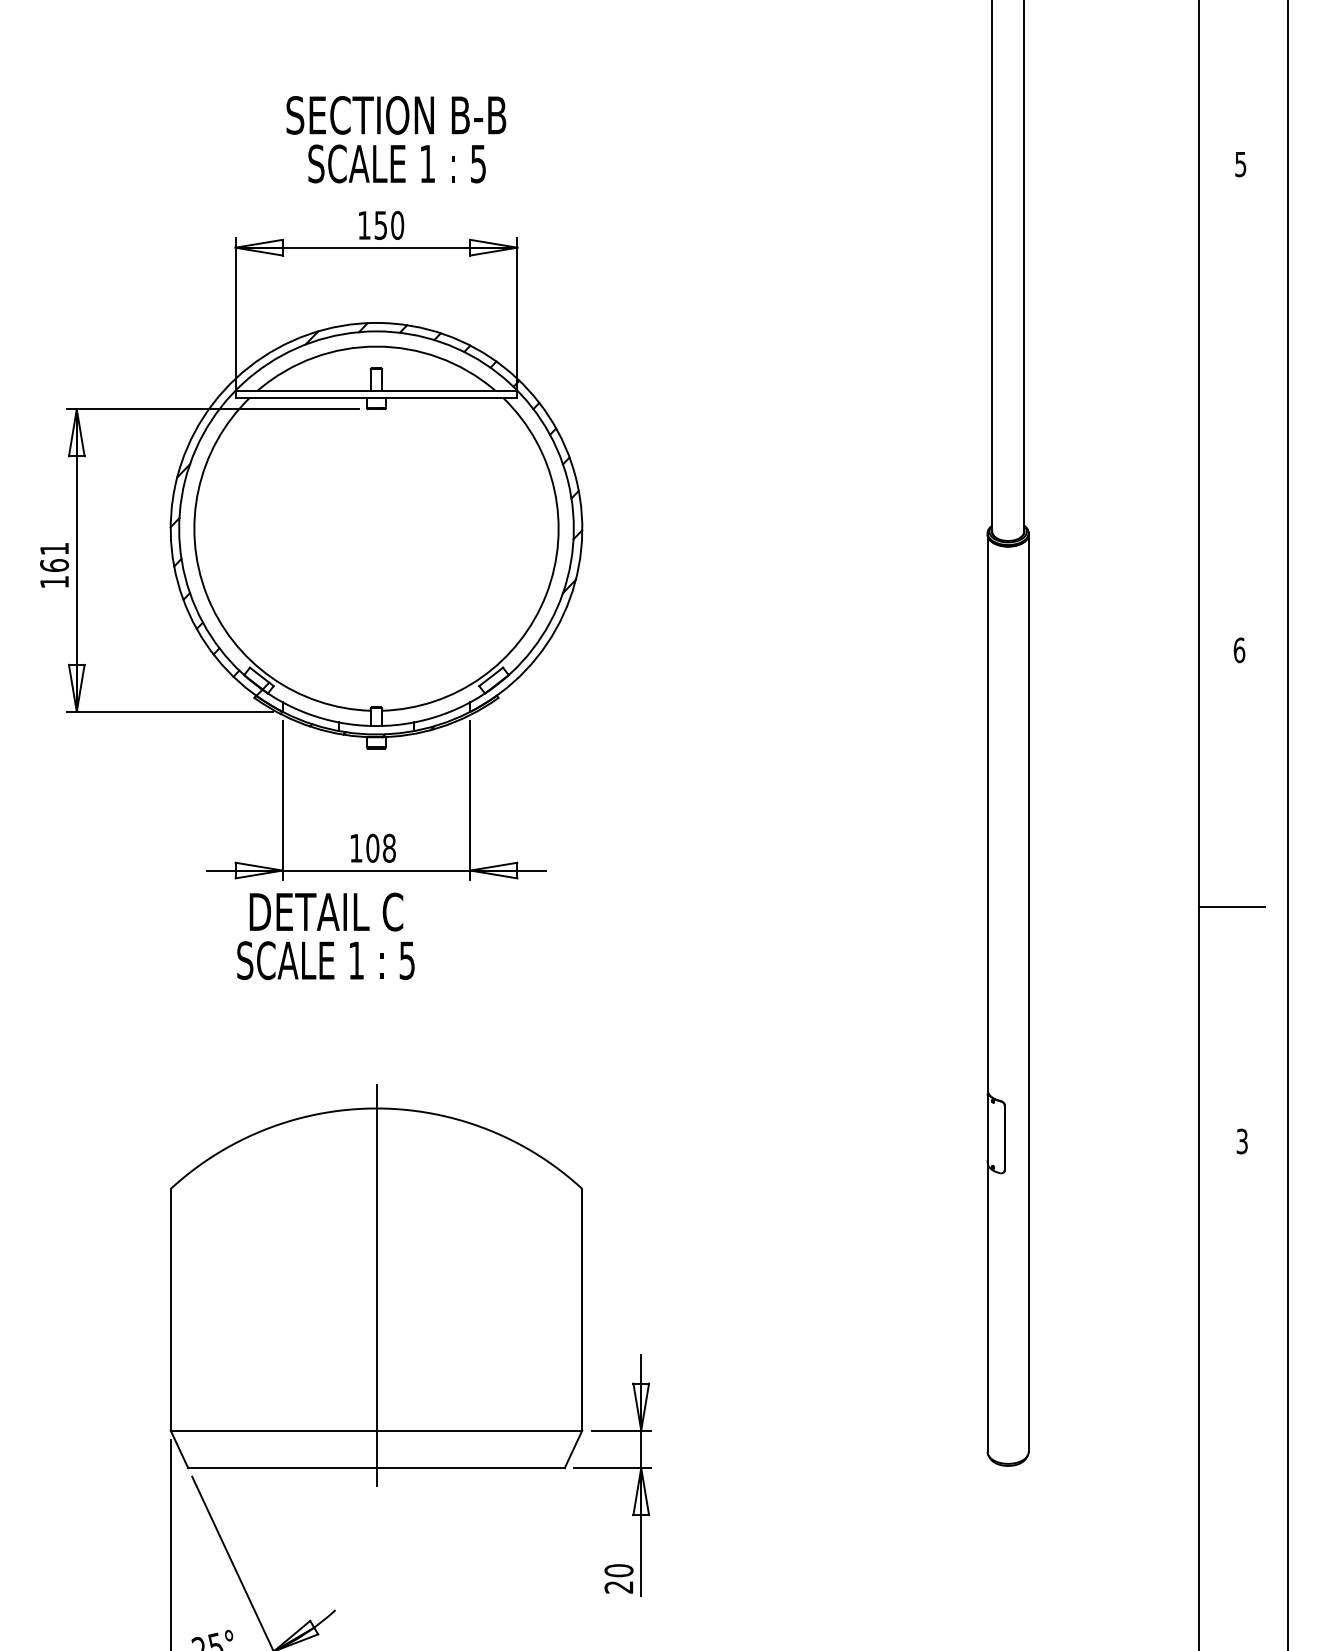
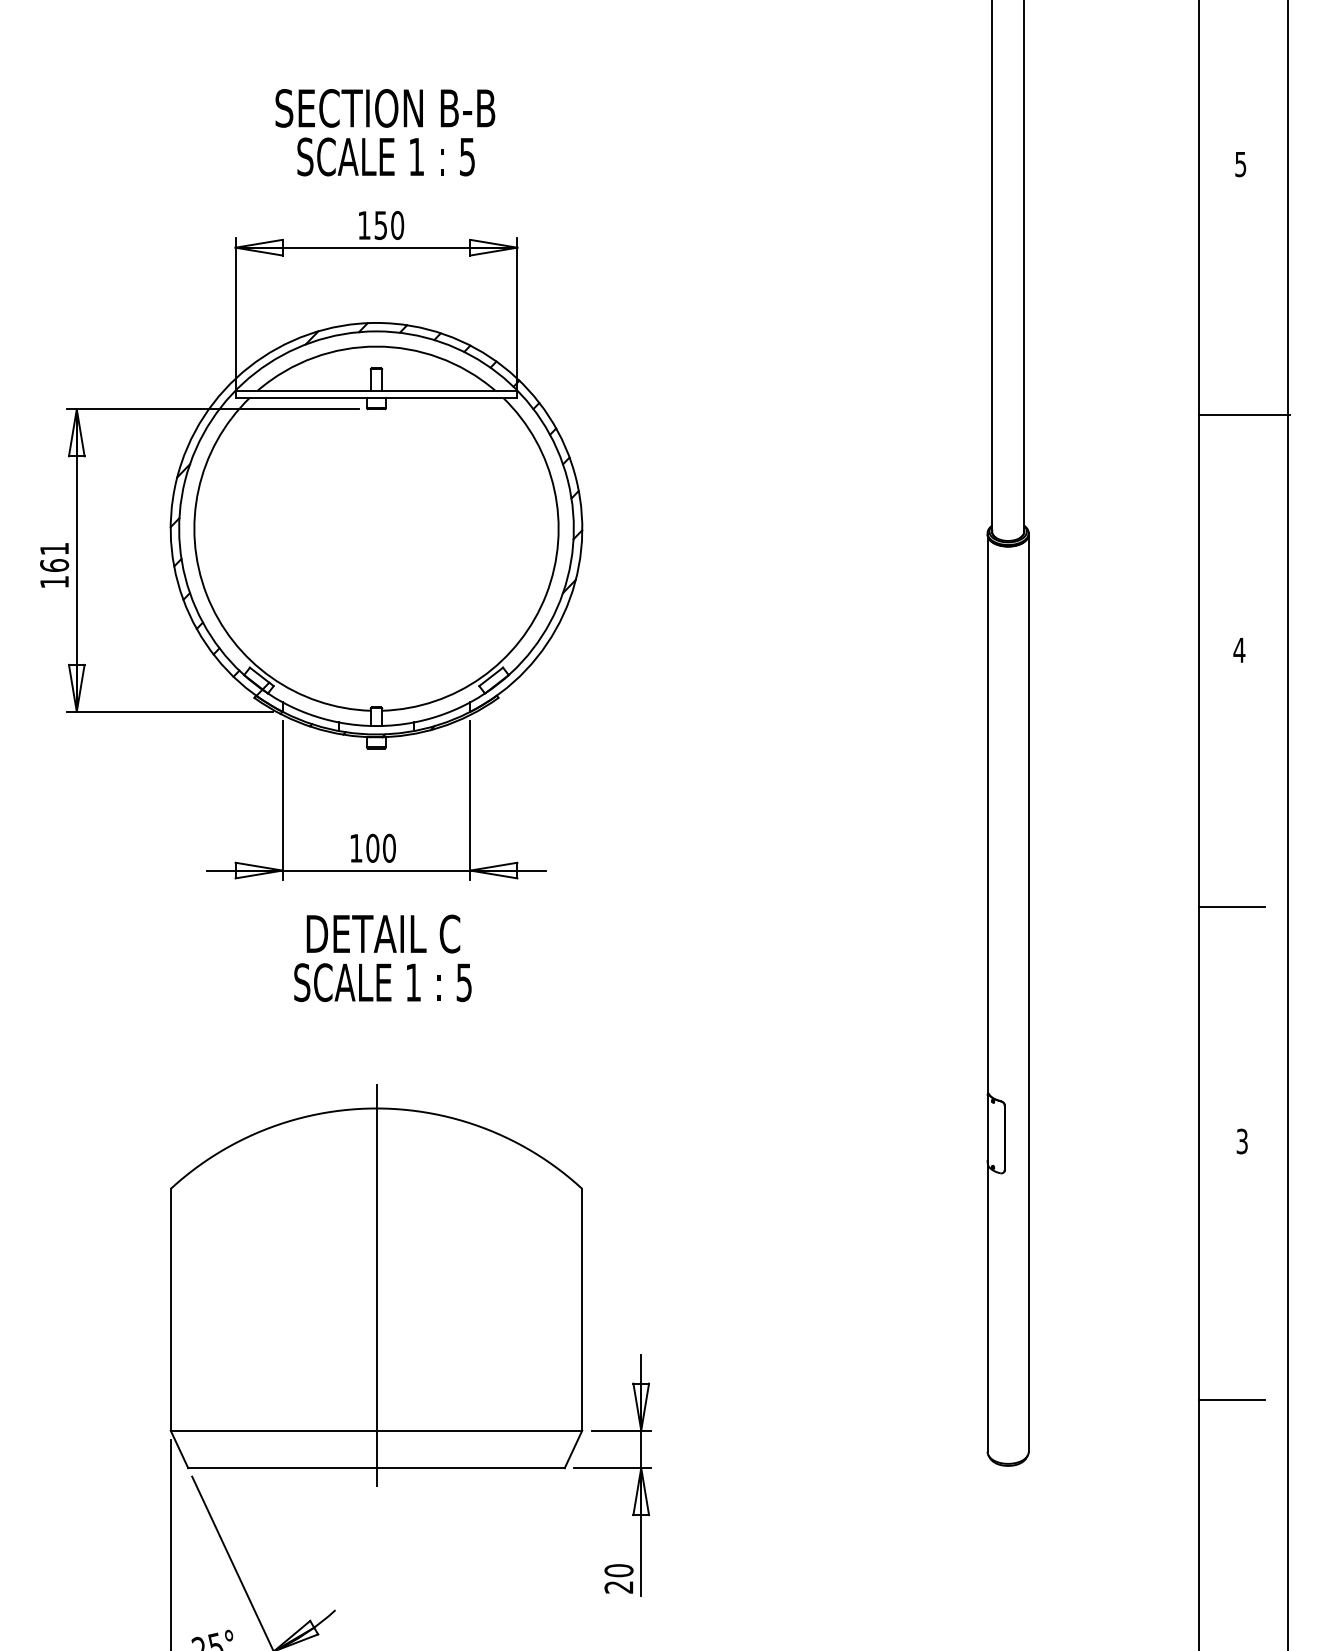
text at (396, 139) position: (396, 139) -> (385, 132)
line at (1244, 415): none -> present
text at (1239, 650): 6 -> 4
text at (389, 848): 108 -> 100
text at (325, 936) position: (325, 936) -> (382, 958)
line at (1231, 1399): none -> present
